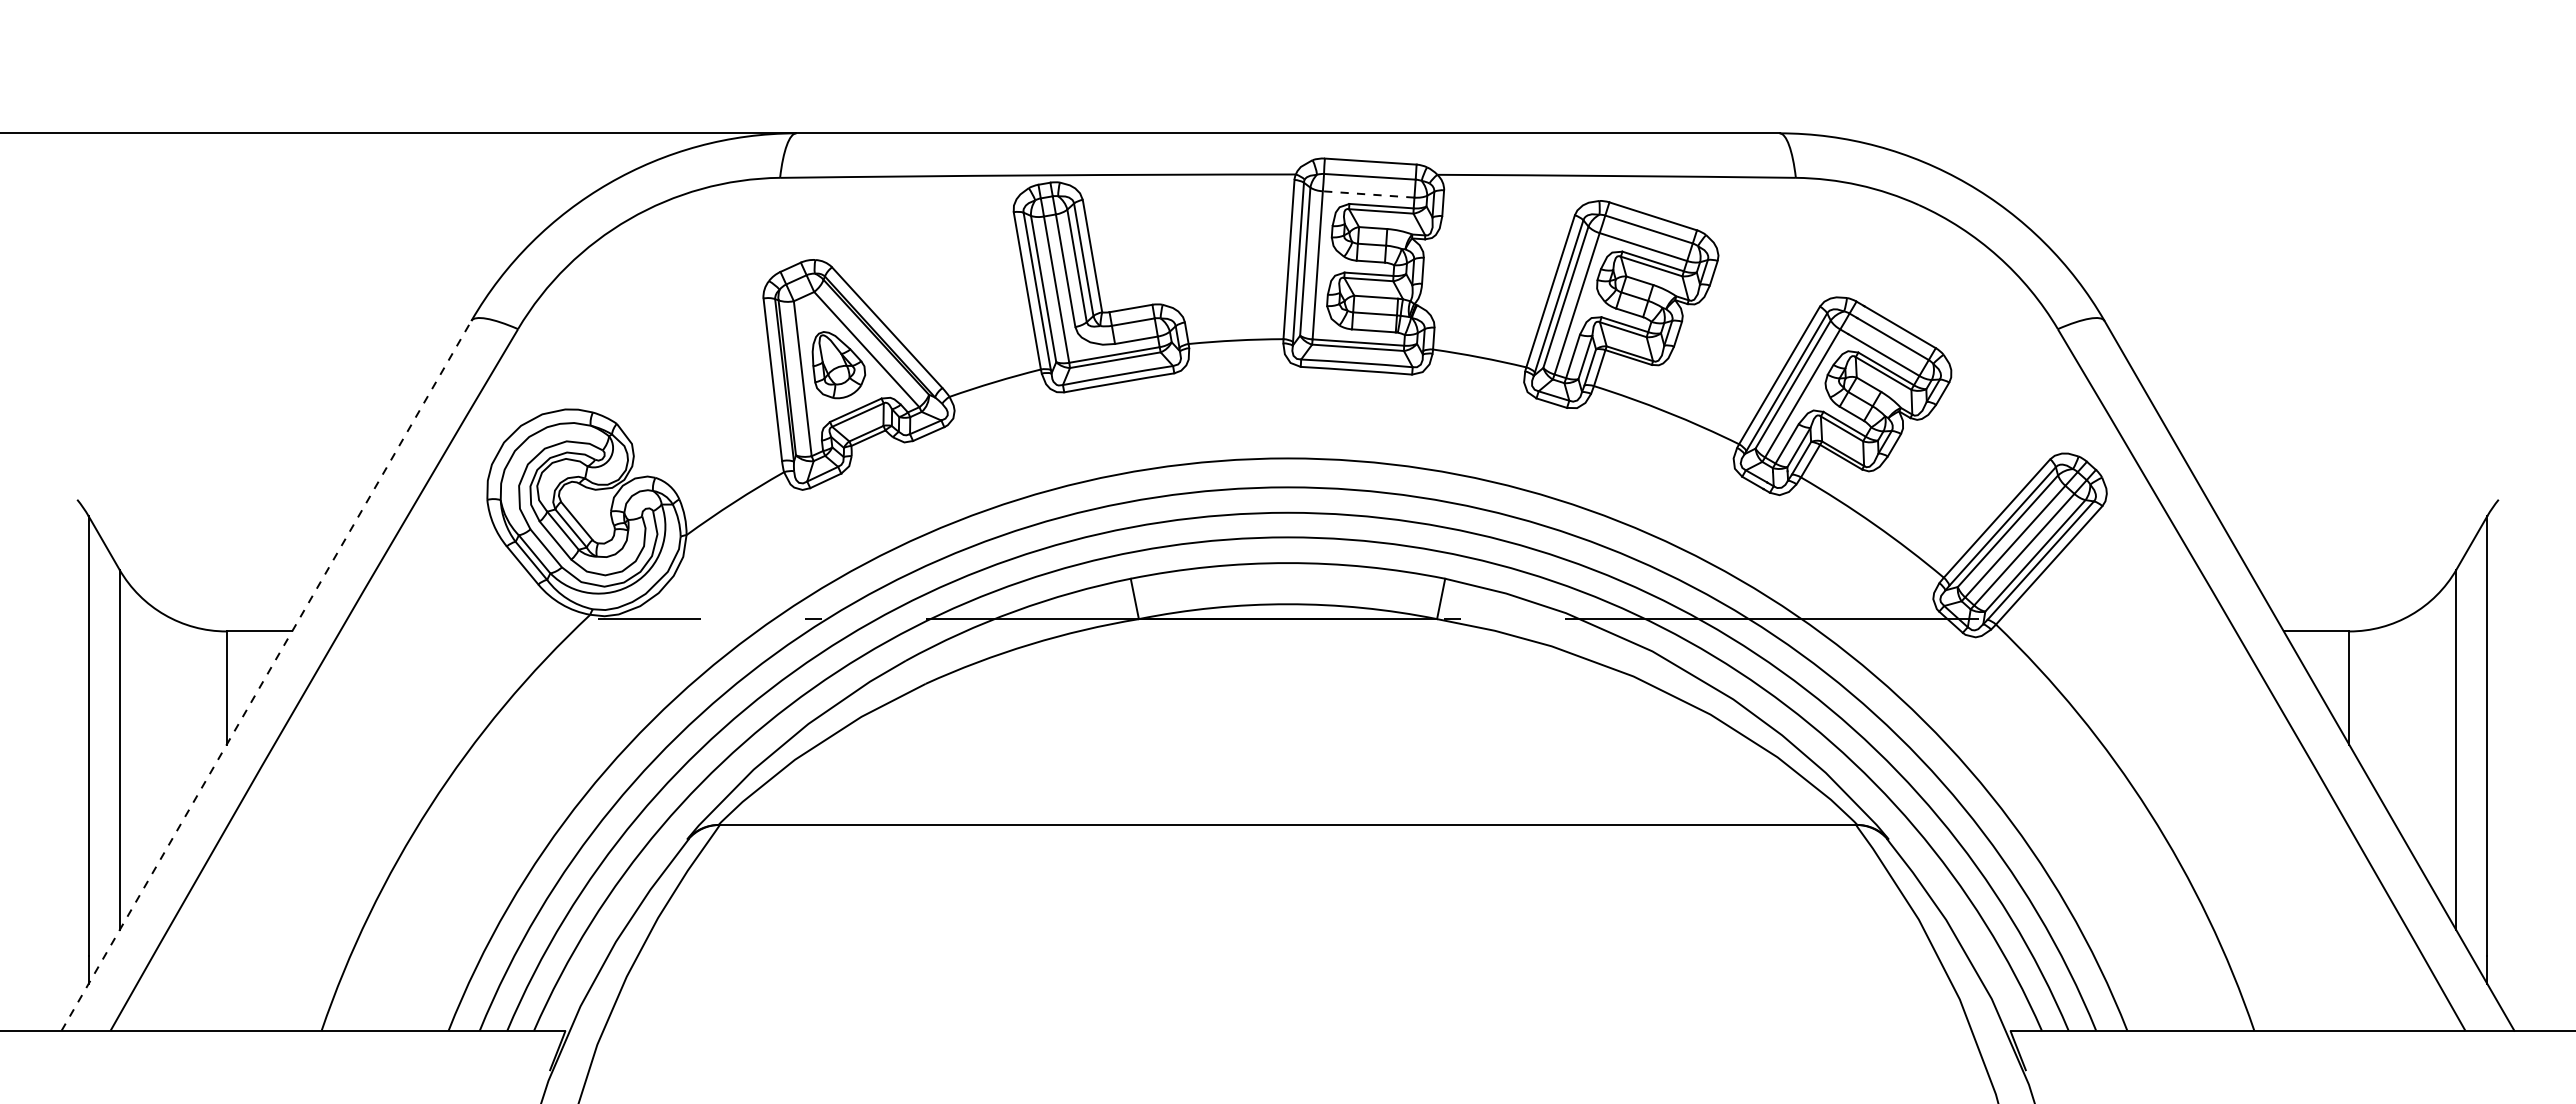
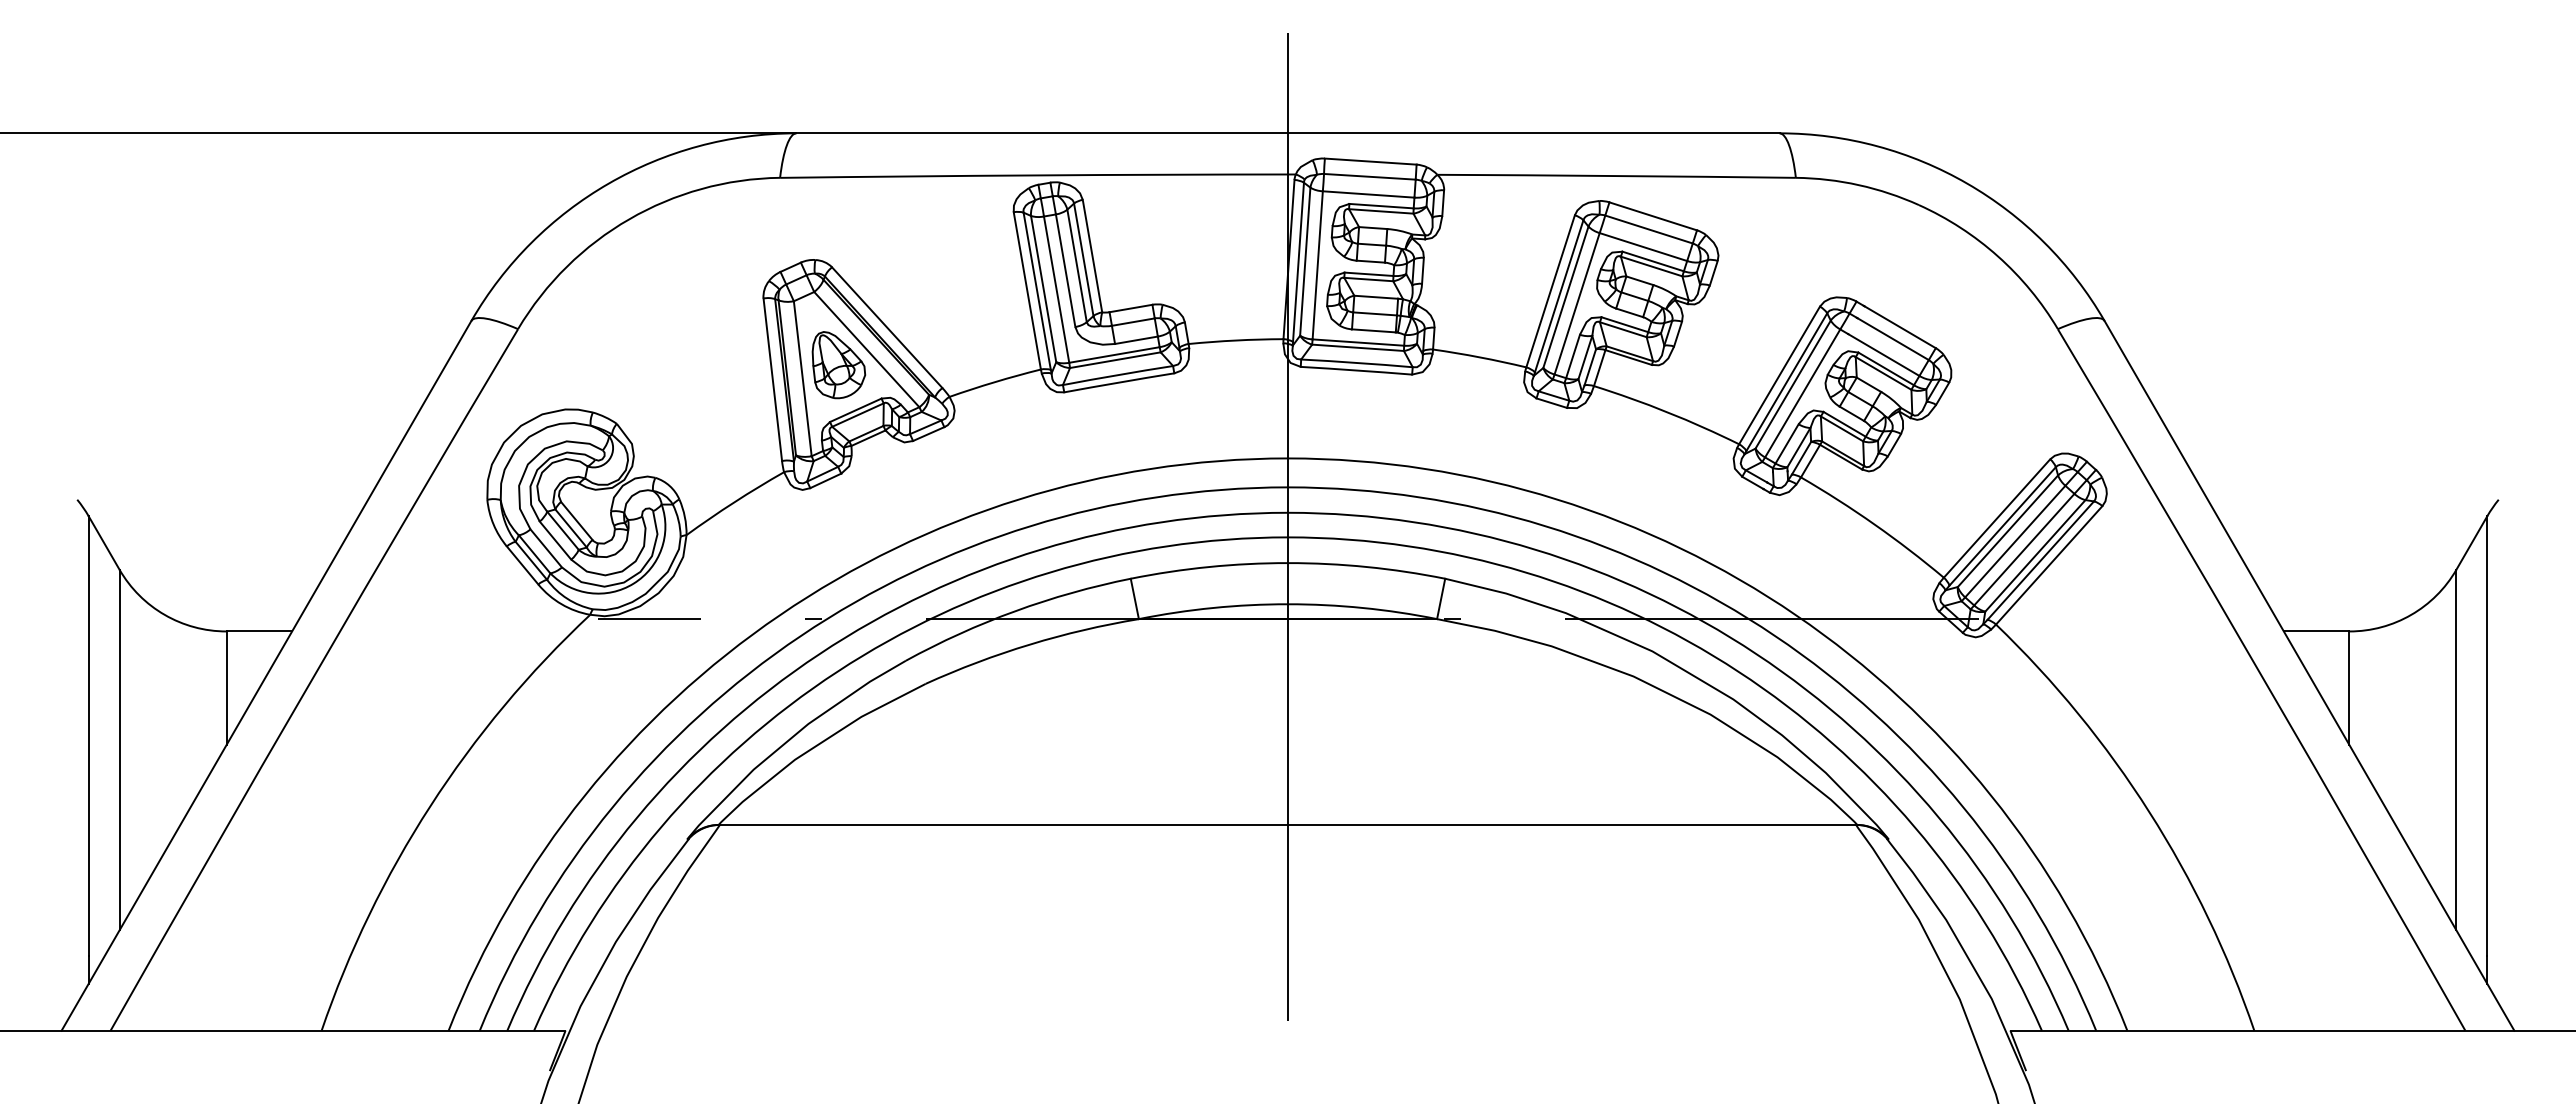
line at (1368, 194): dashed -> solid
line at (1287, 566): none -> present
line at (266, 675): dashed -> solid
